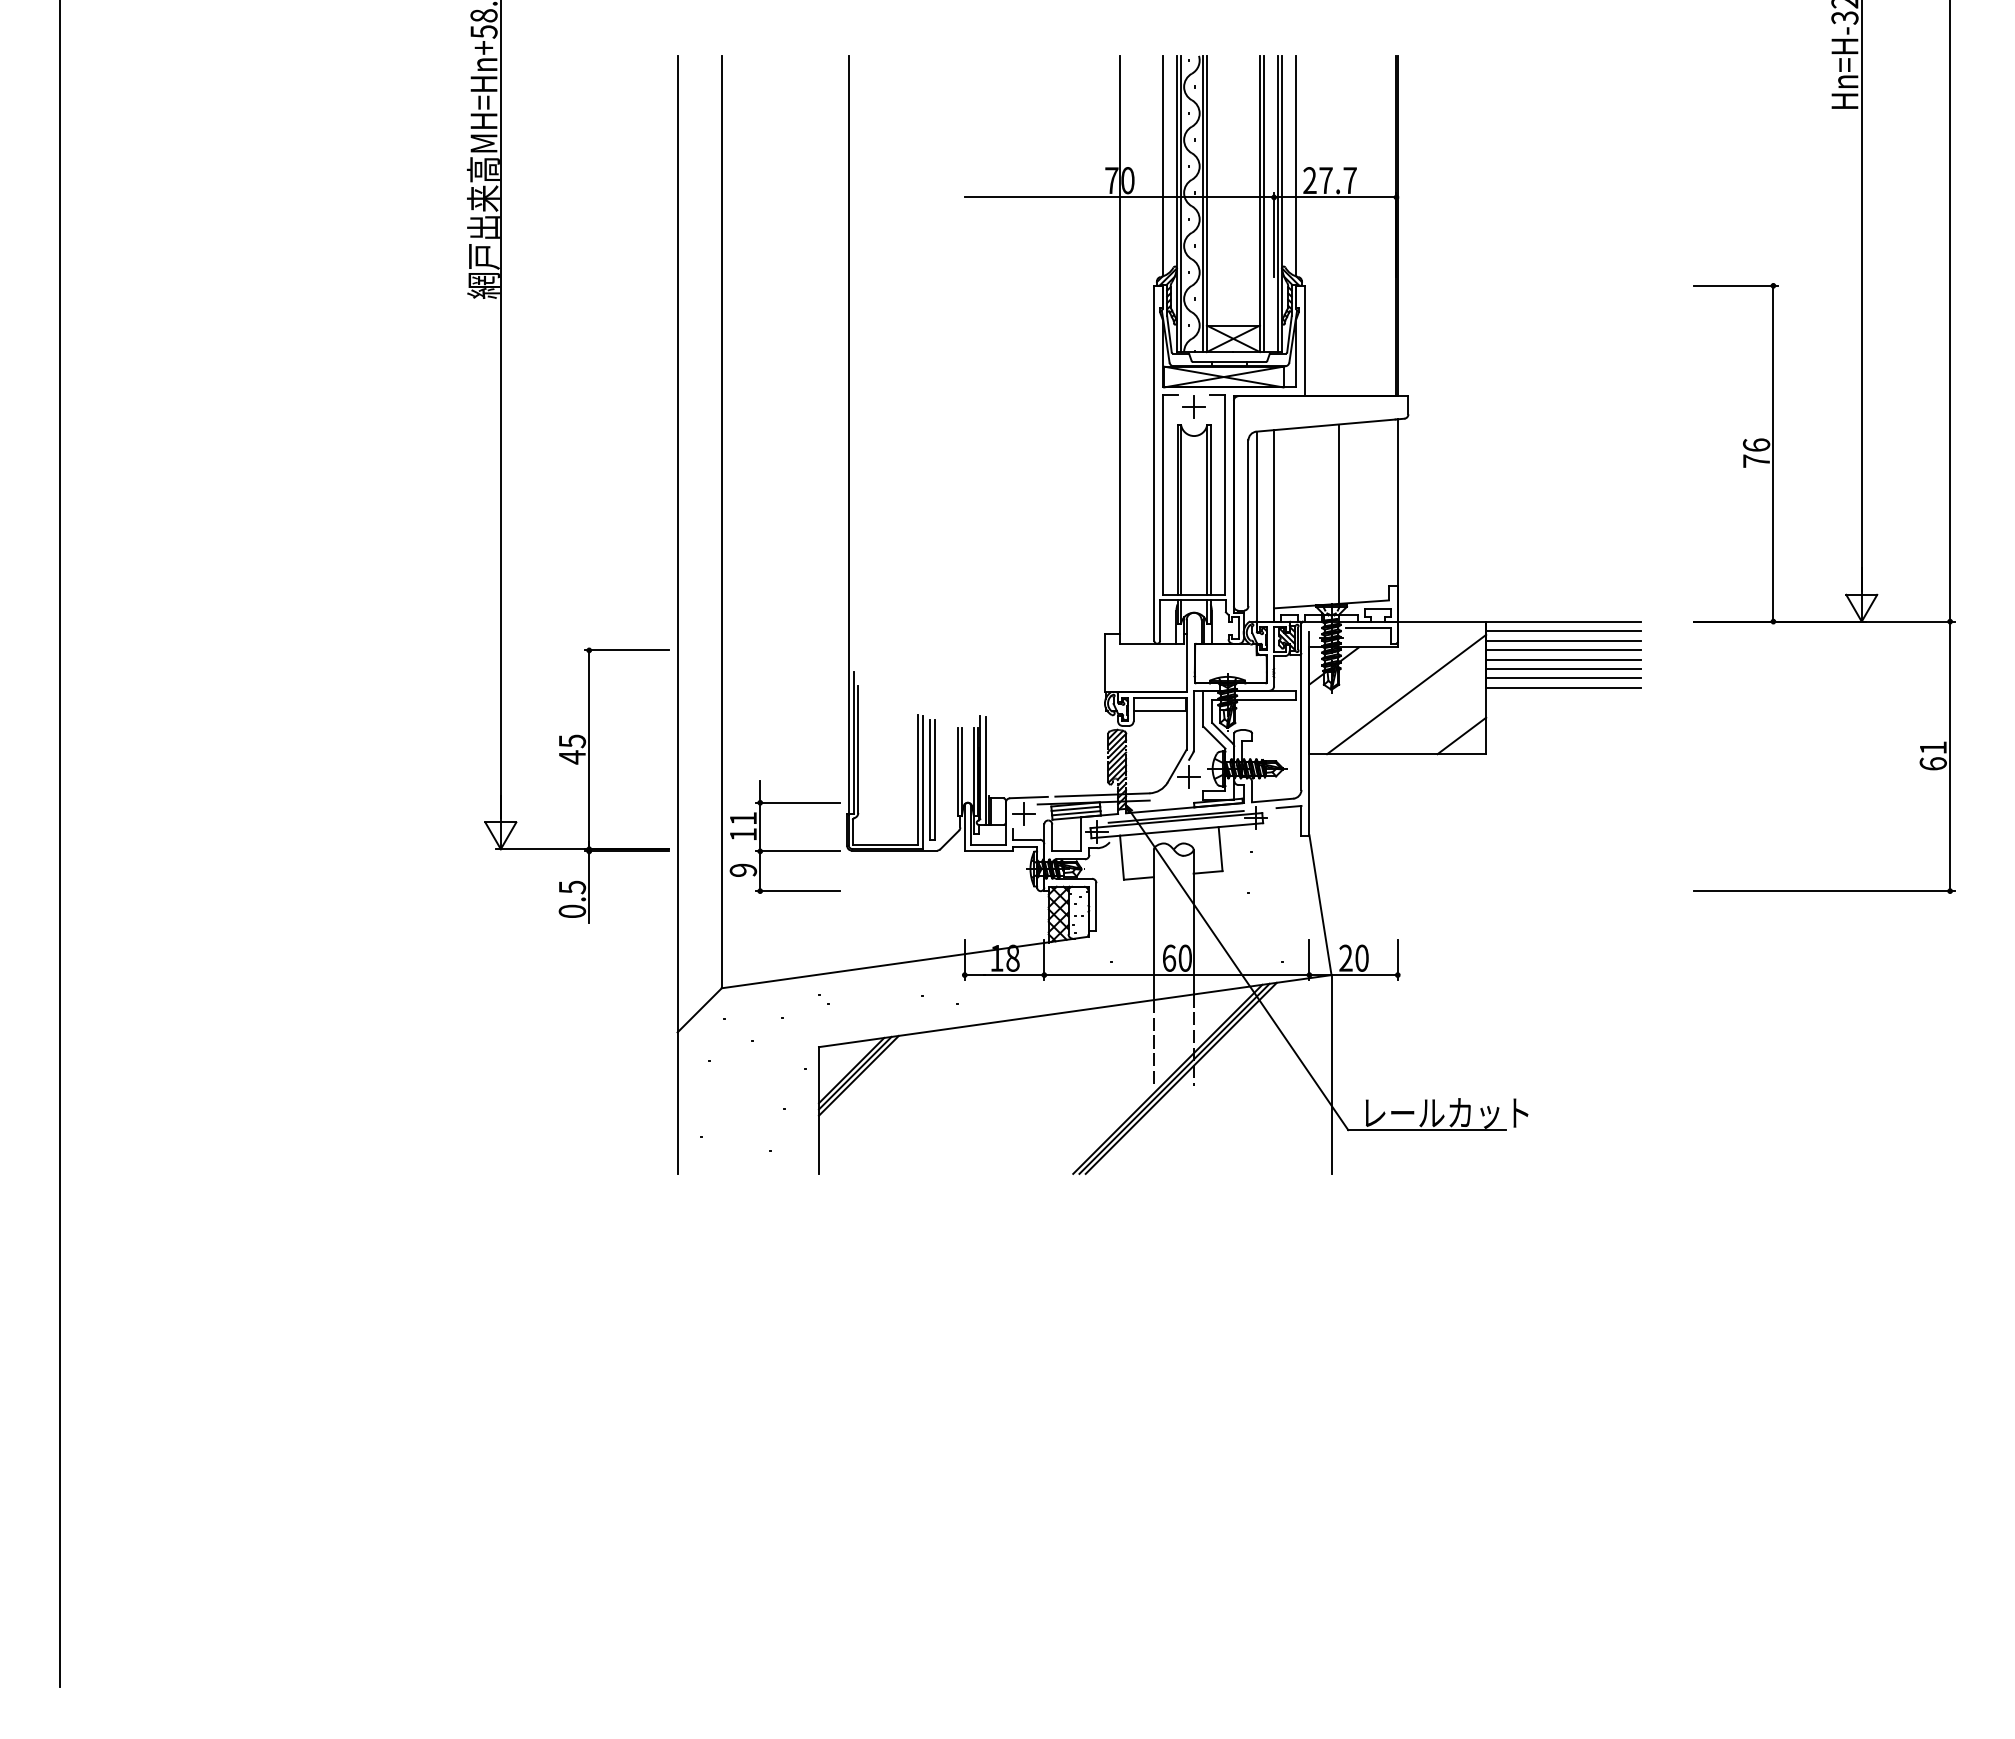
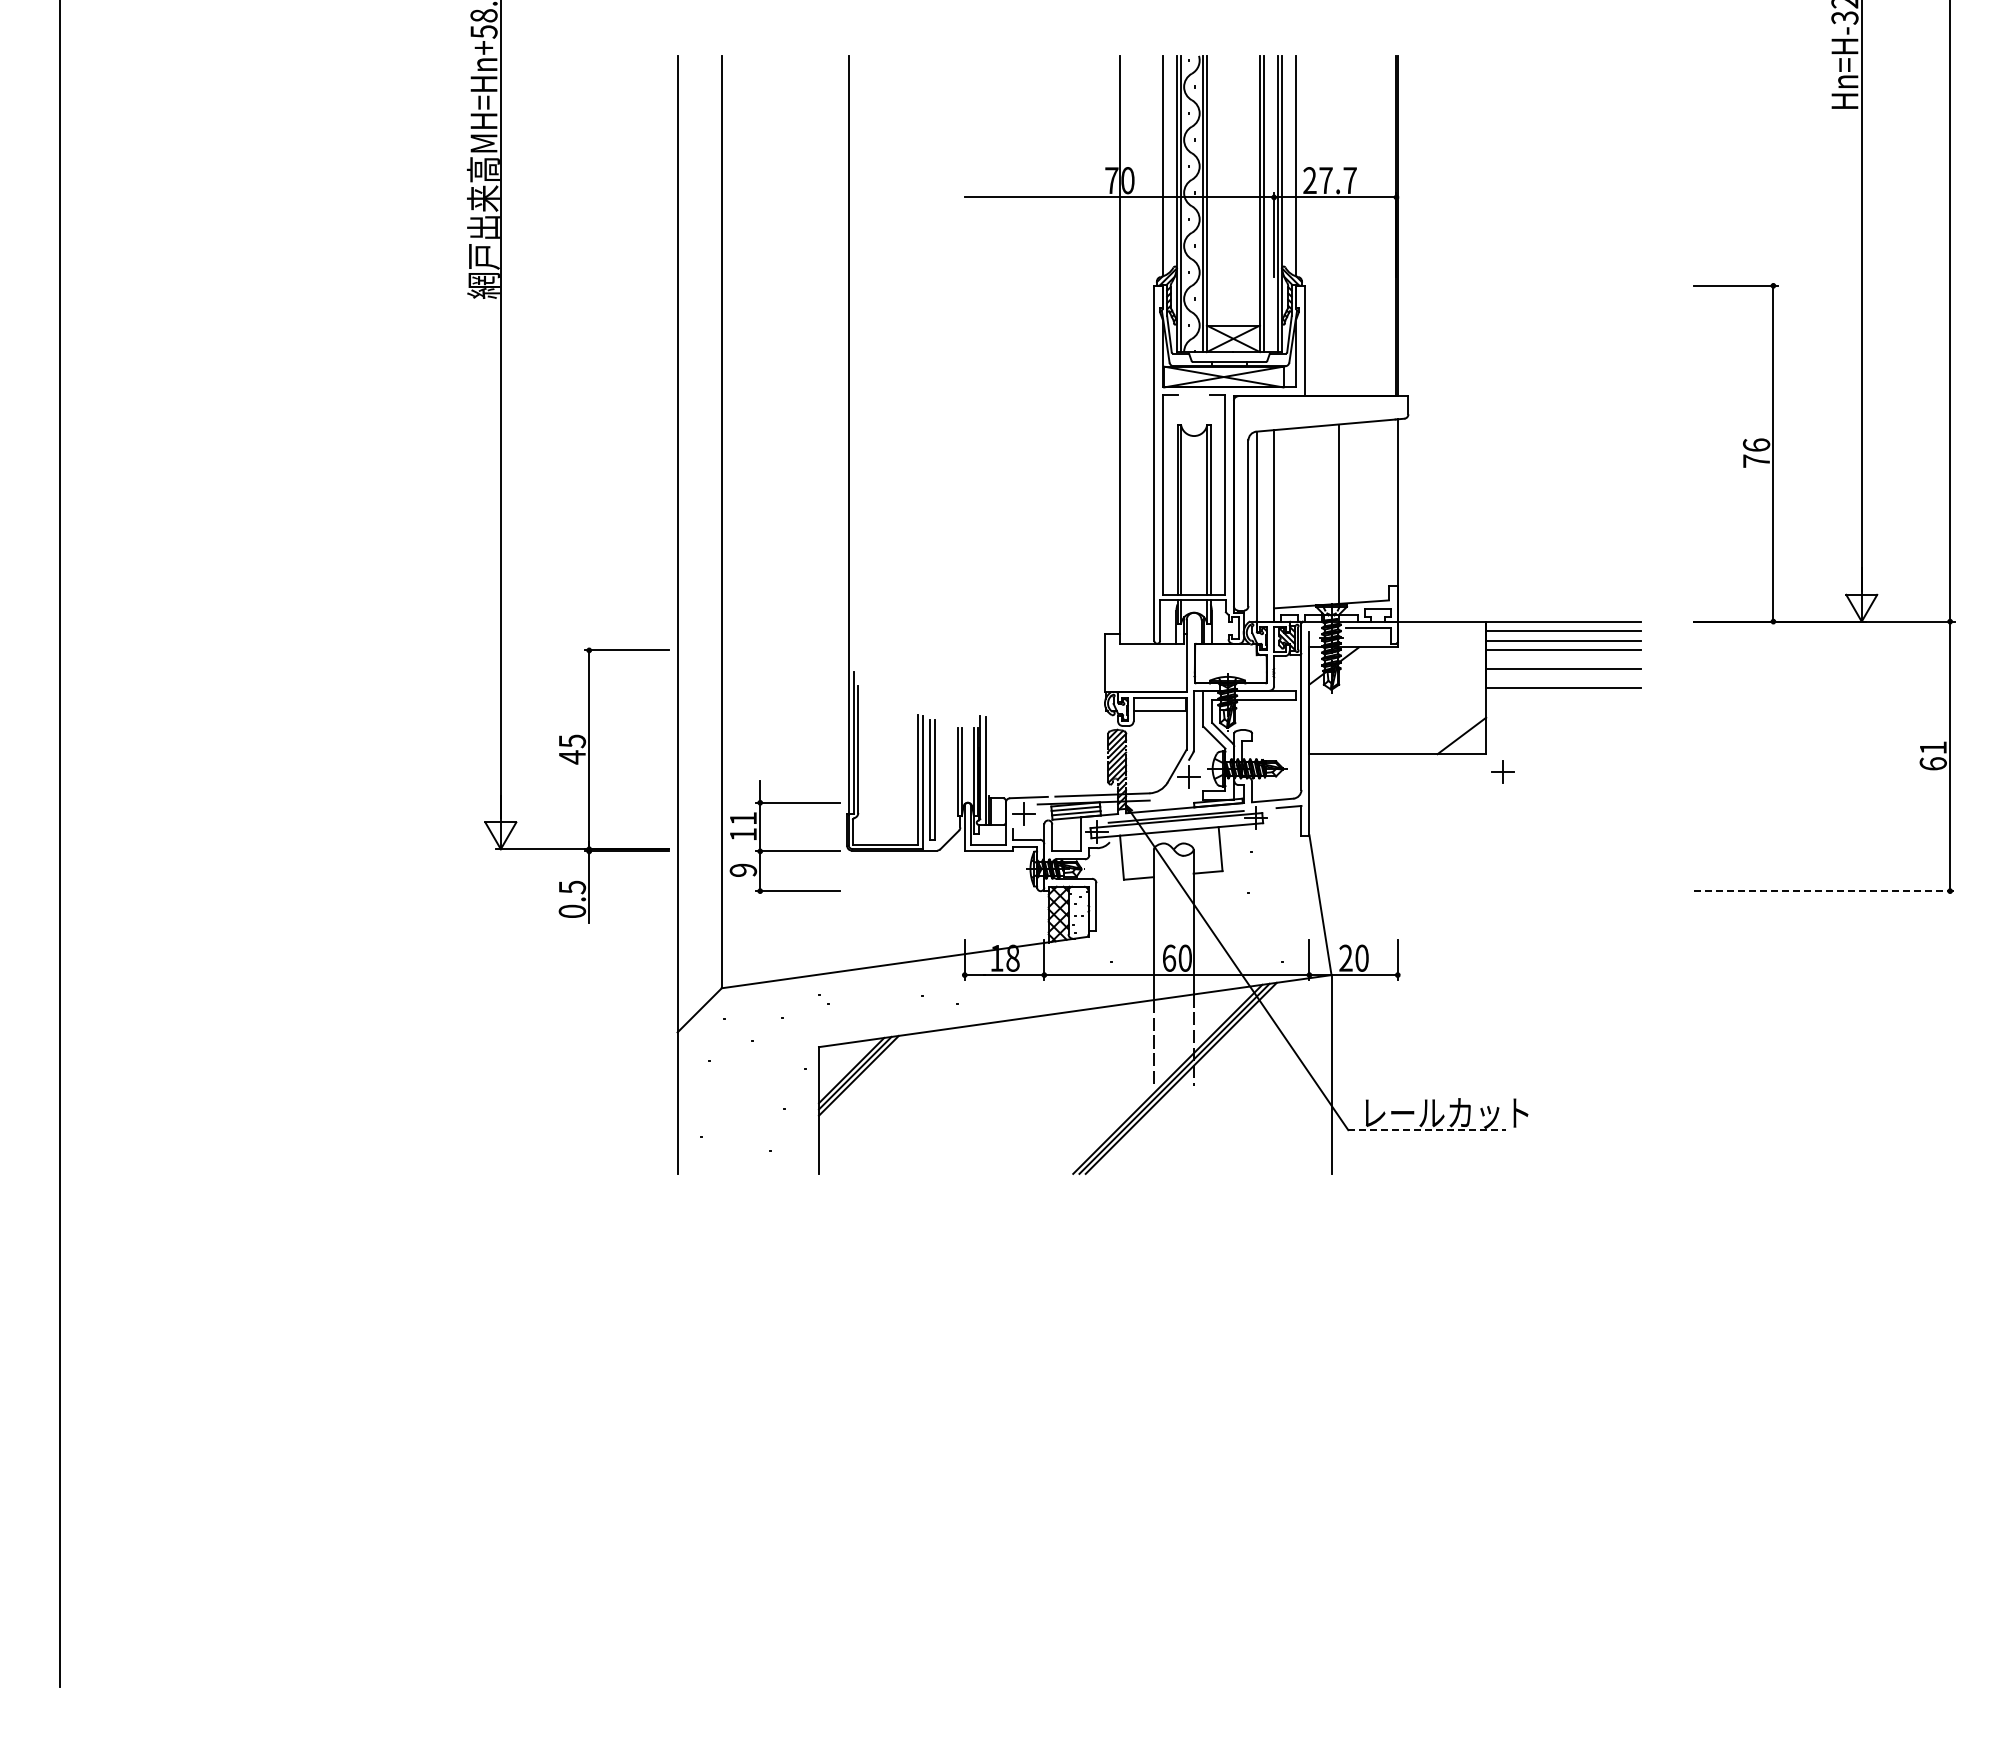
part at (1193, 406) position: (1193, 406) -> (1502, 771)
line at (1563, 659): present -> none
line at (1563, 678): present -> none
line at (1406, 694): present -> none
line at (1824, 891): solid -> dashed
line at (1427, 1130): solid -> dashed
